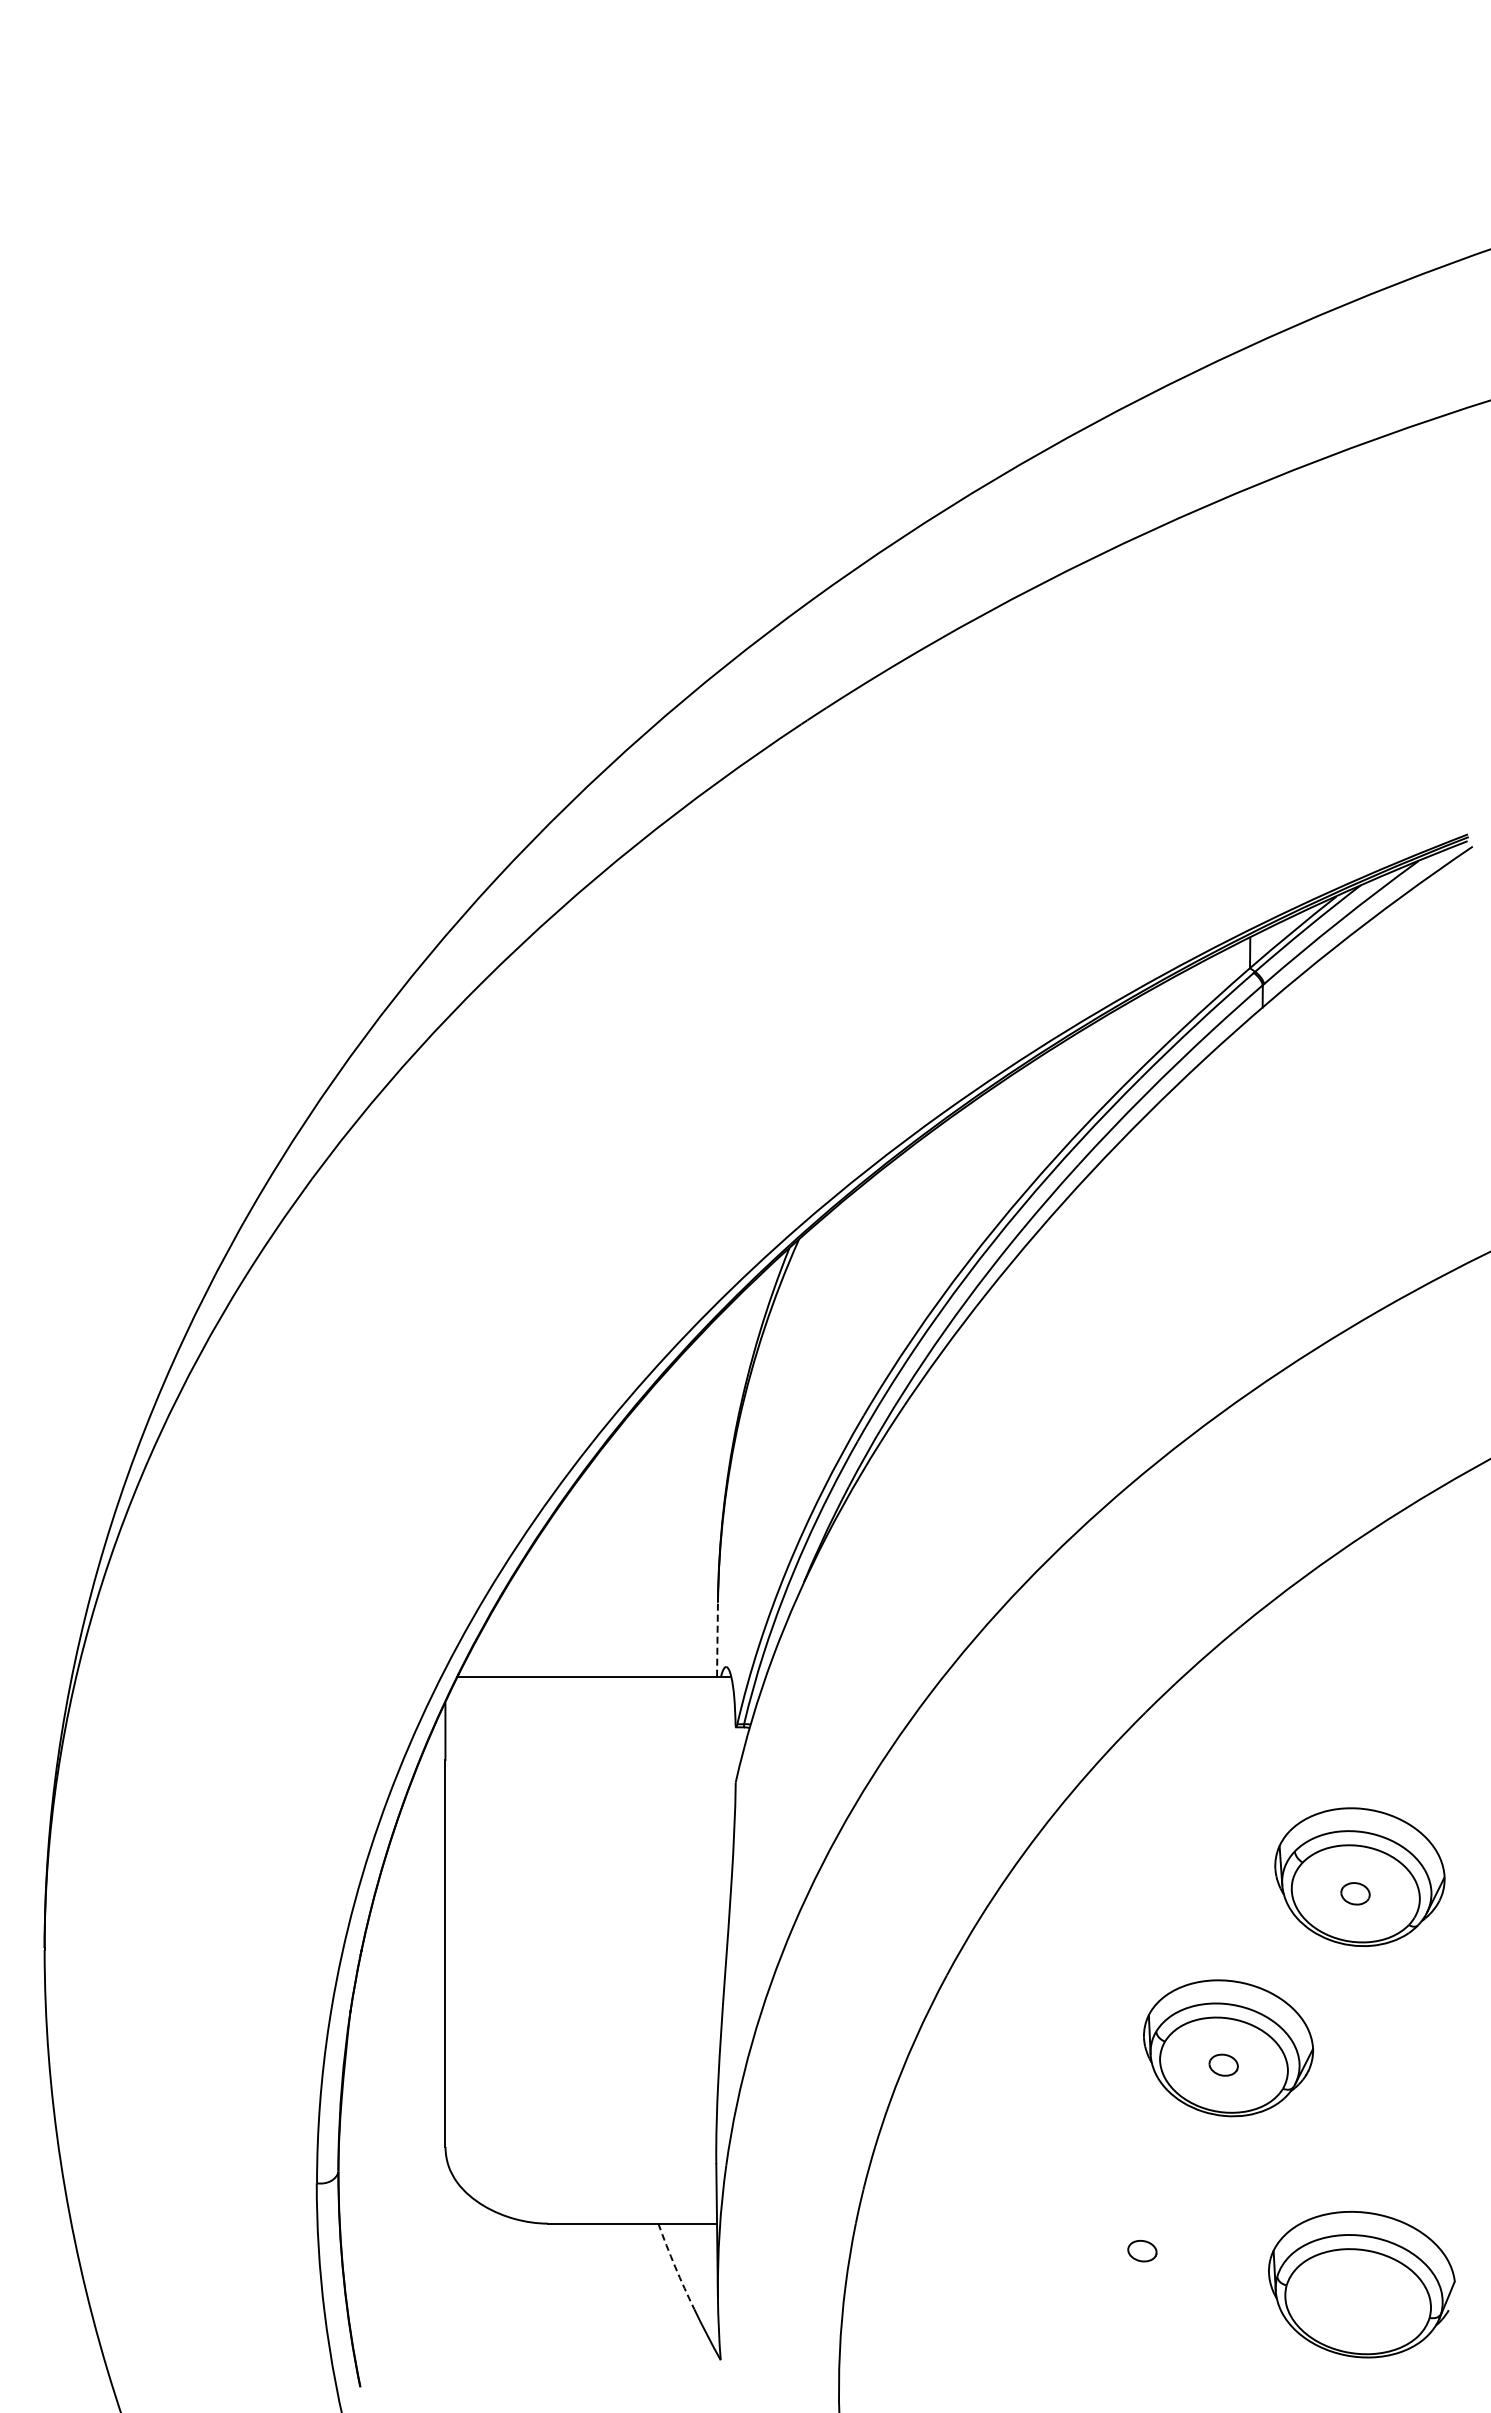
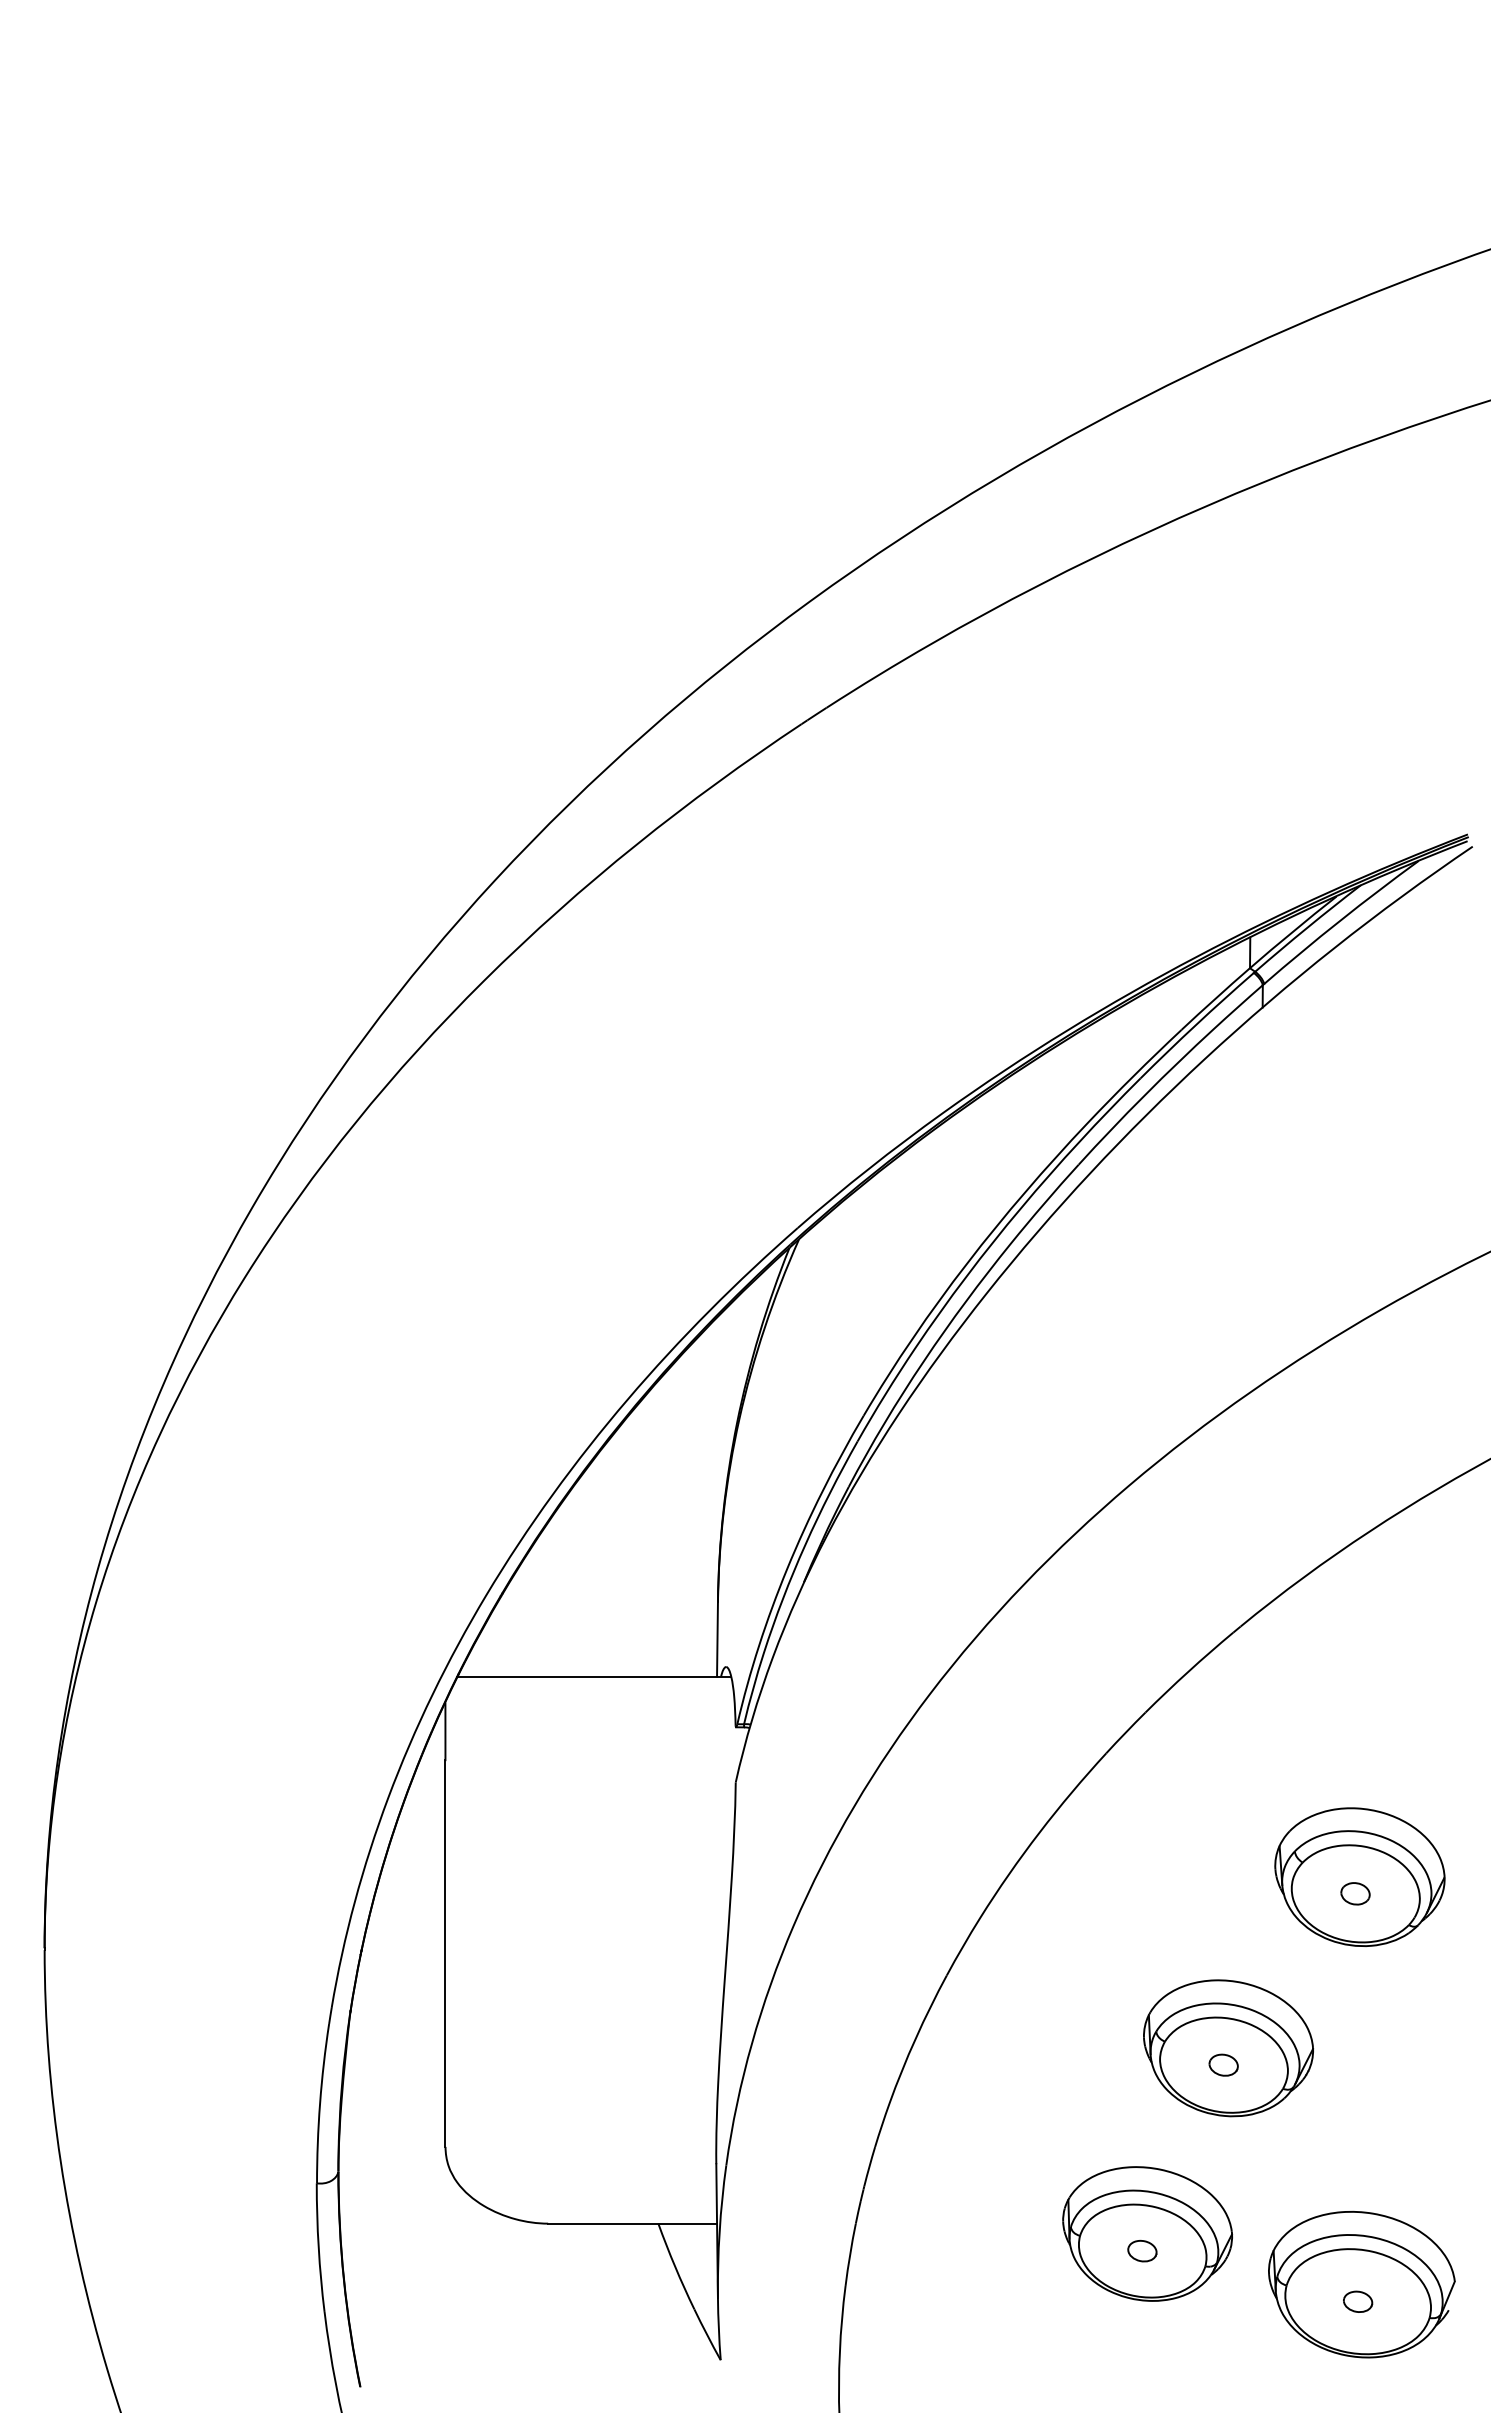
line at (717, 1639): dashed -> solid
part at (1147, 2233): none -> present
arc at (675, 2266): dashed -> solid
part at (1358, 2301): none -> present
